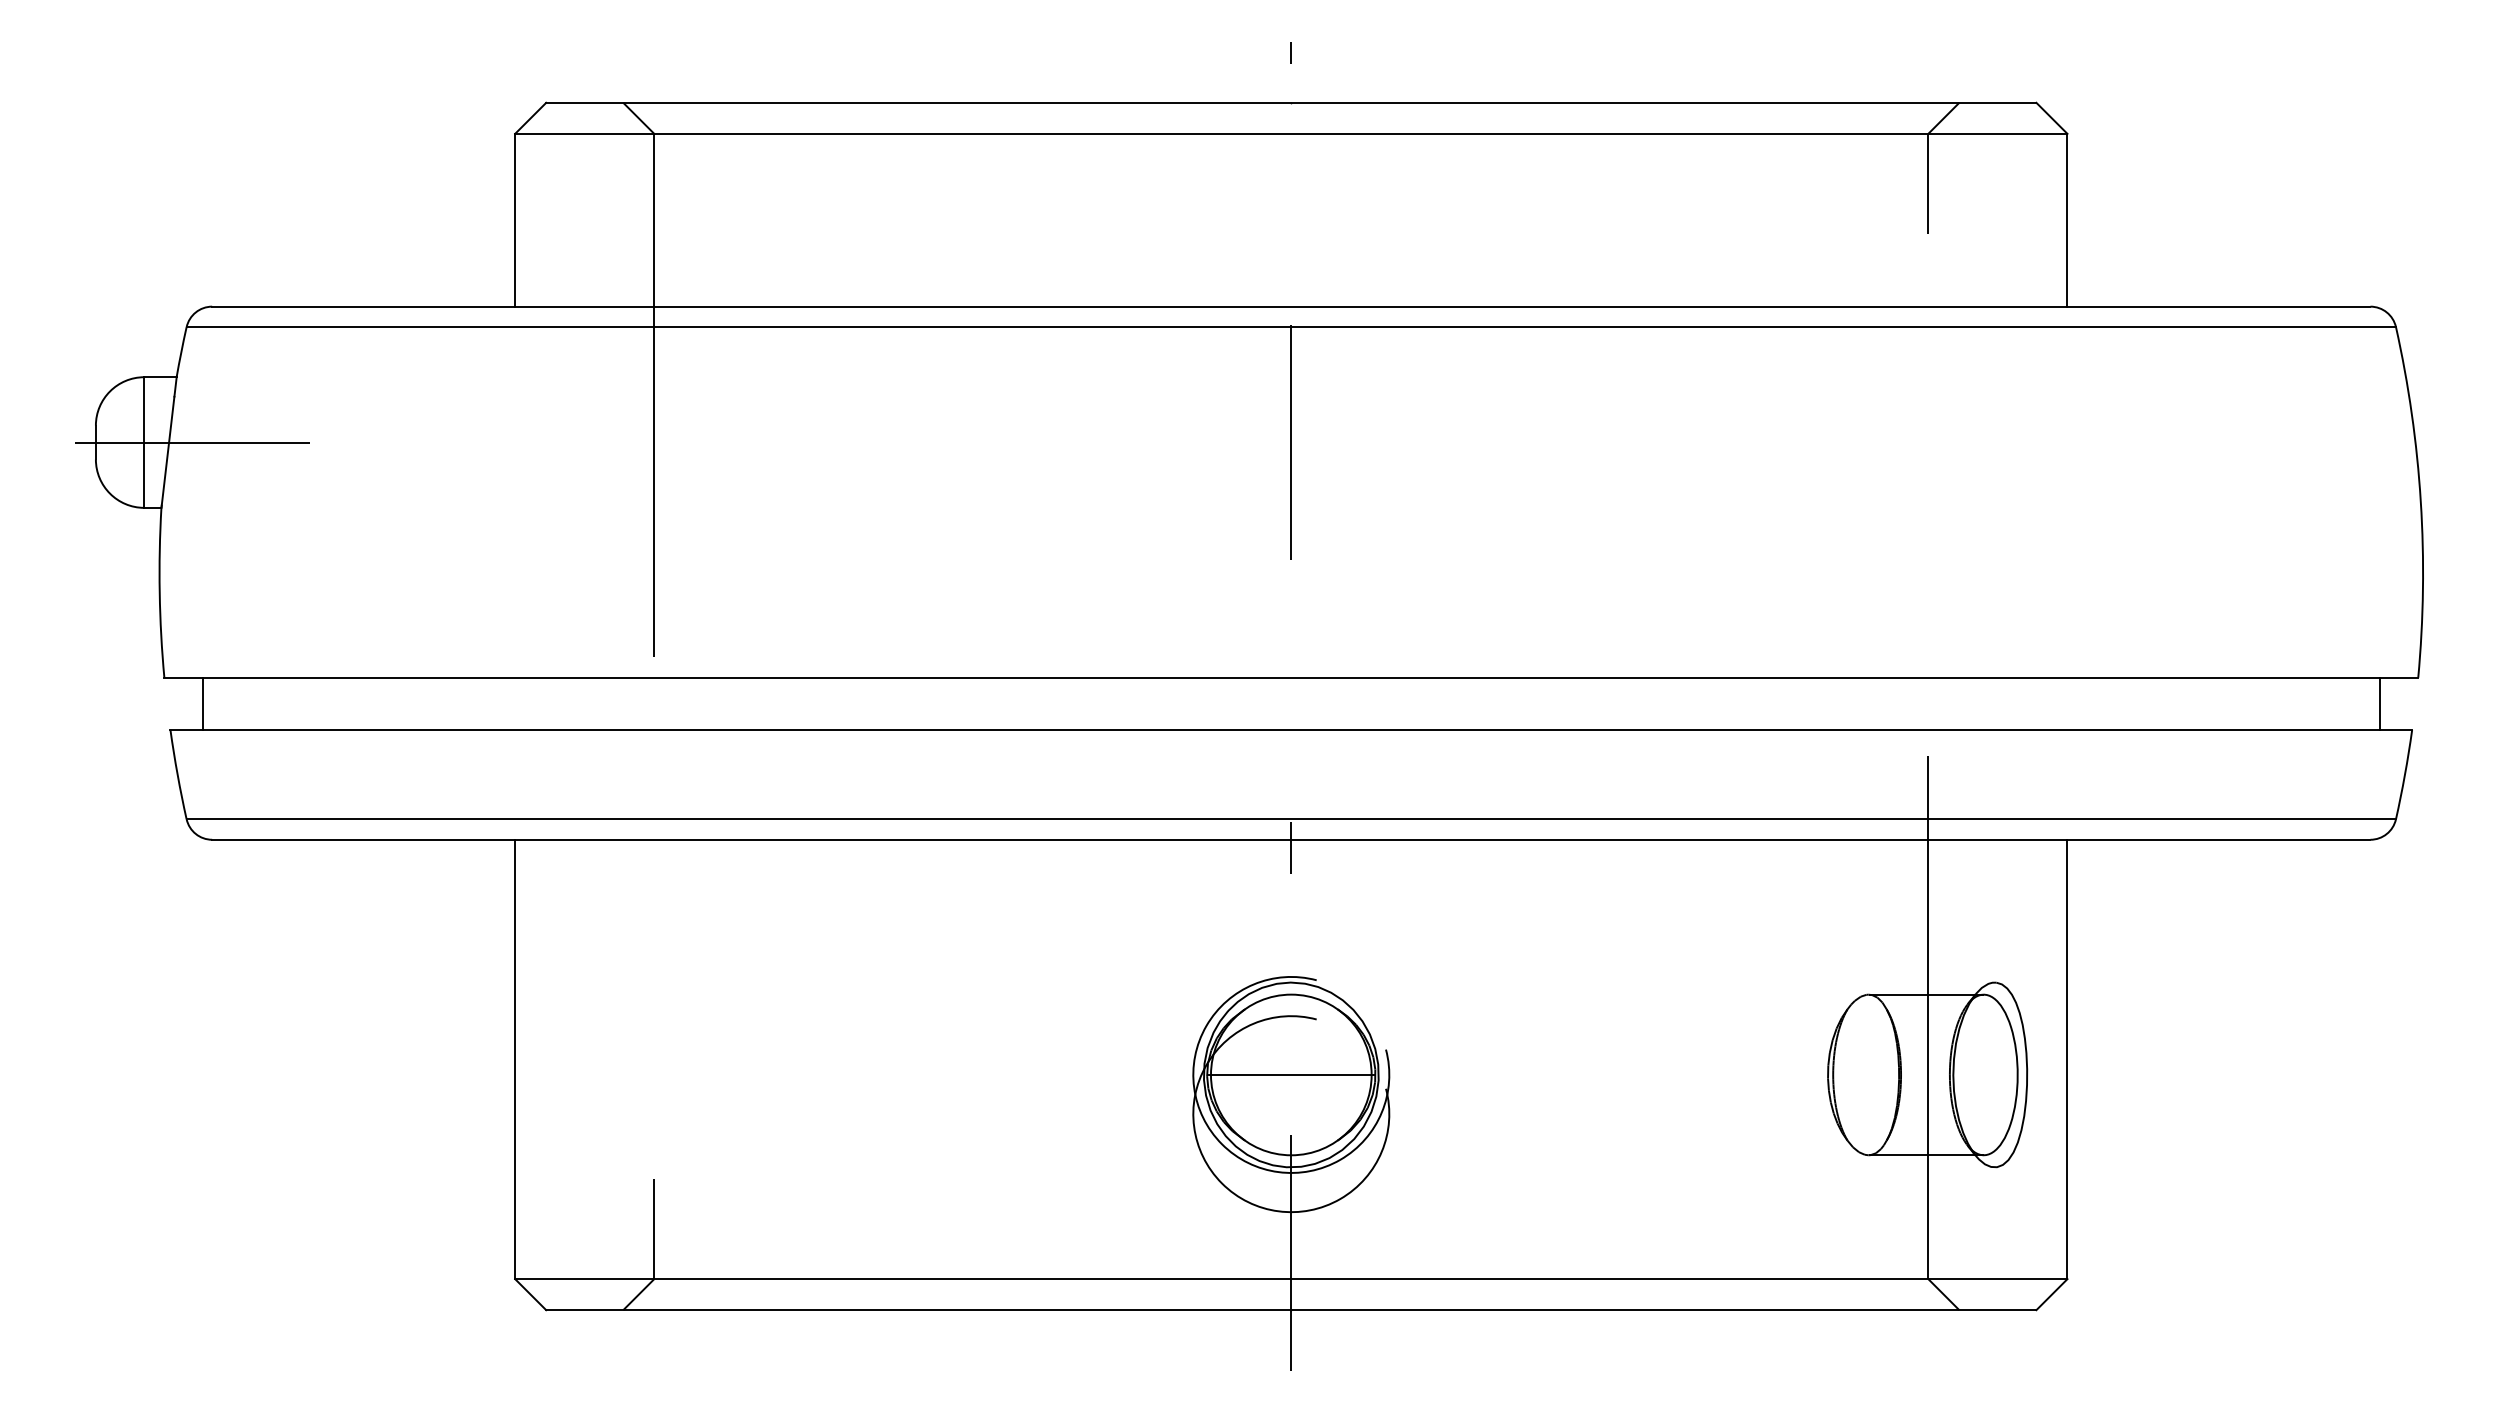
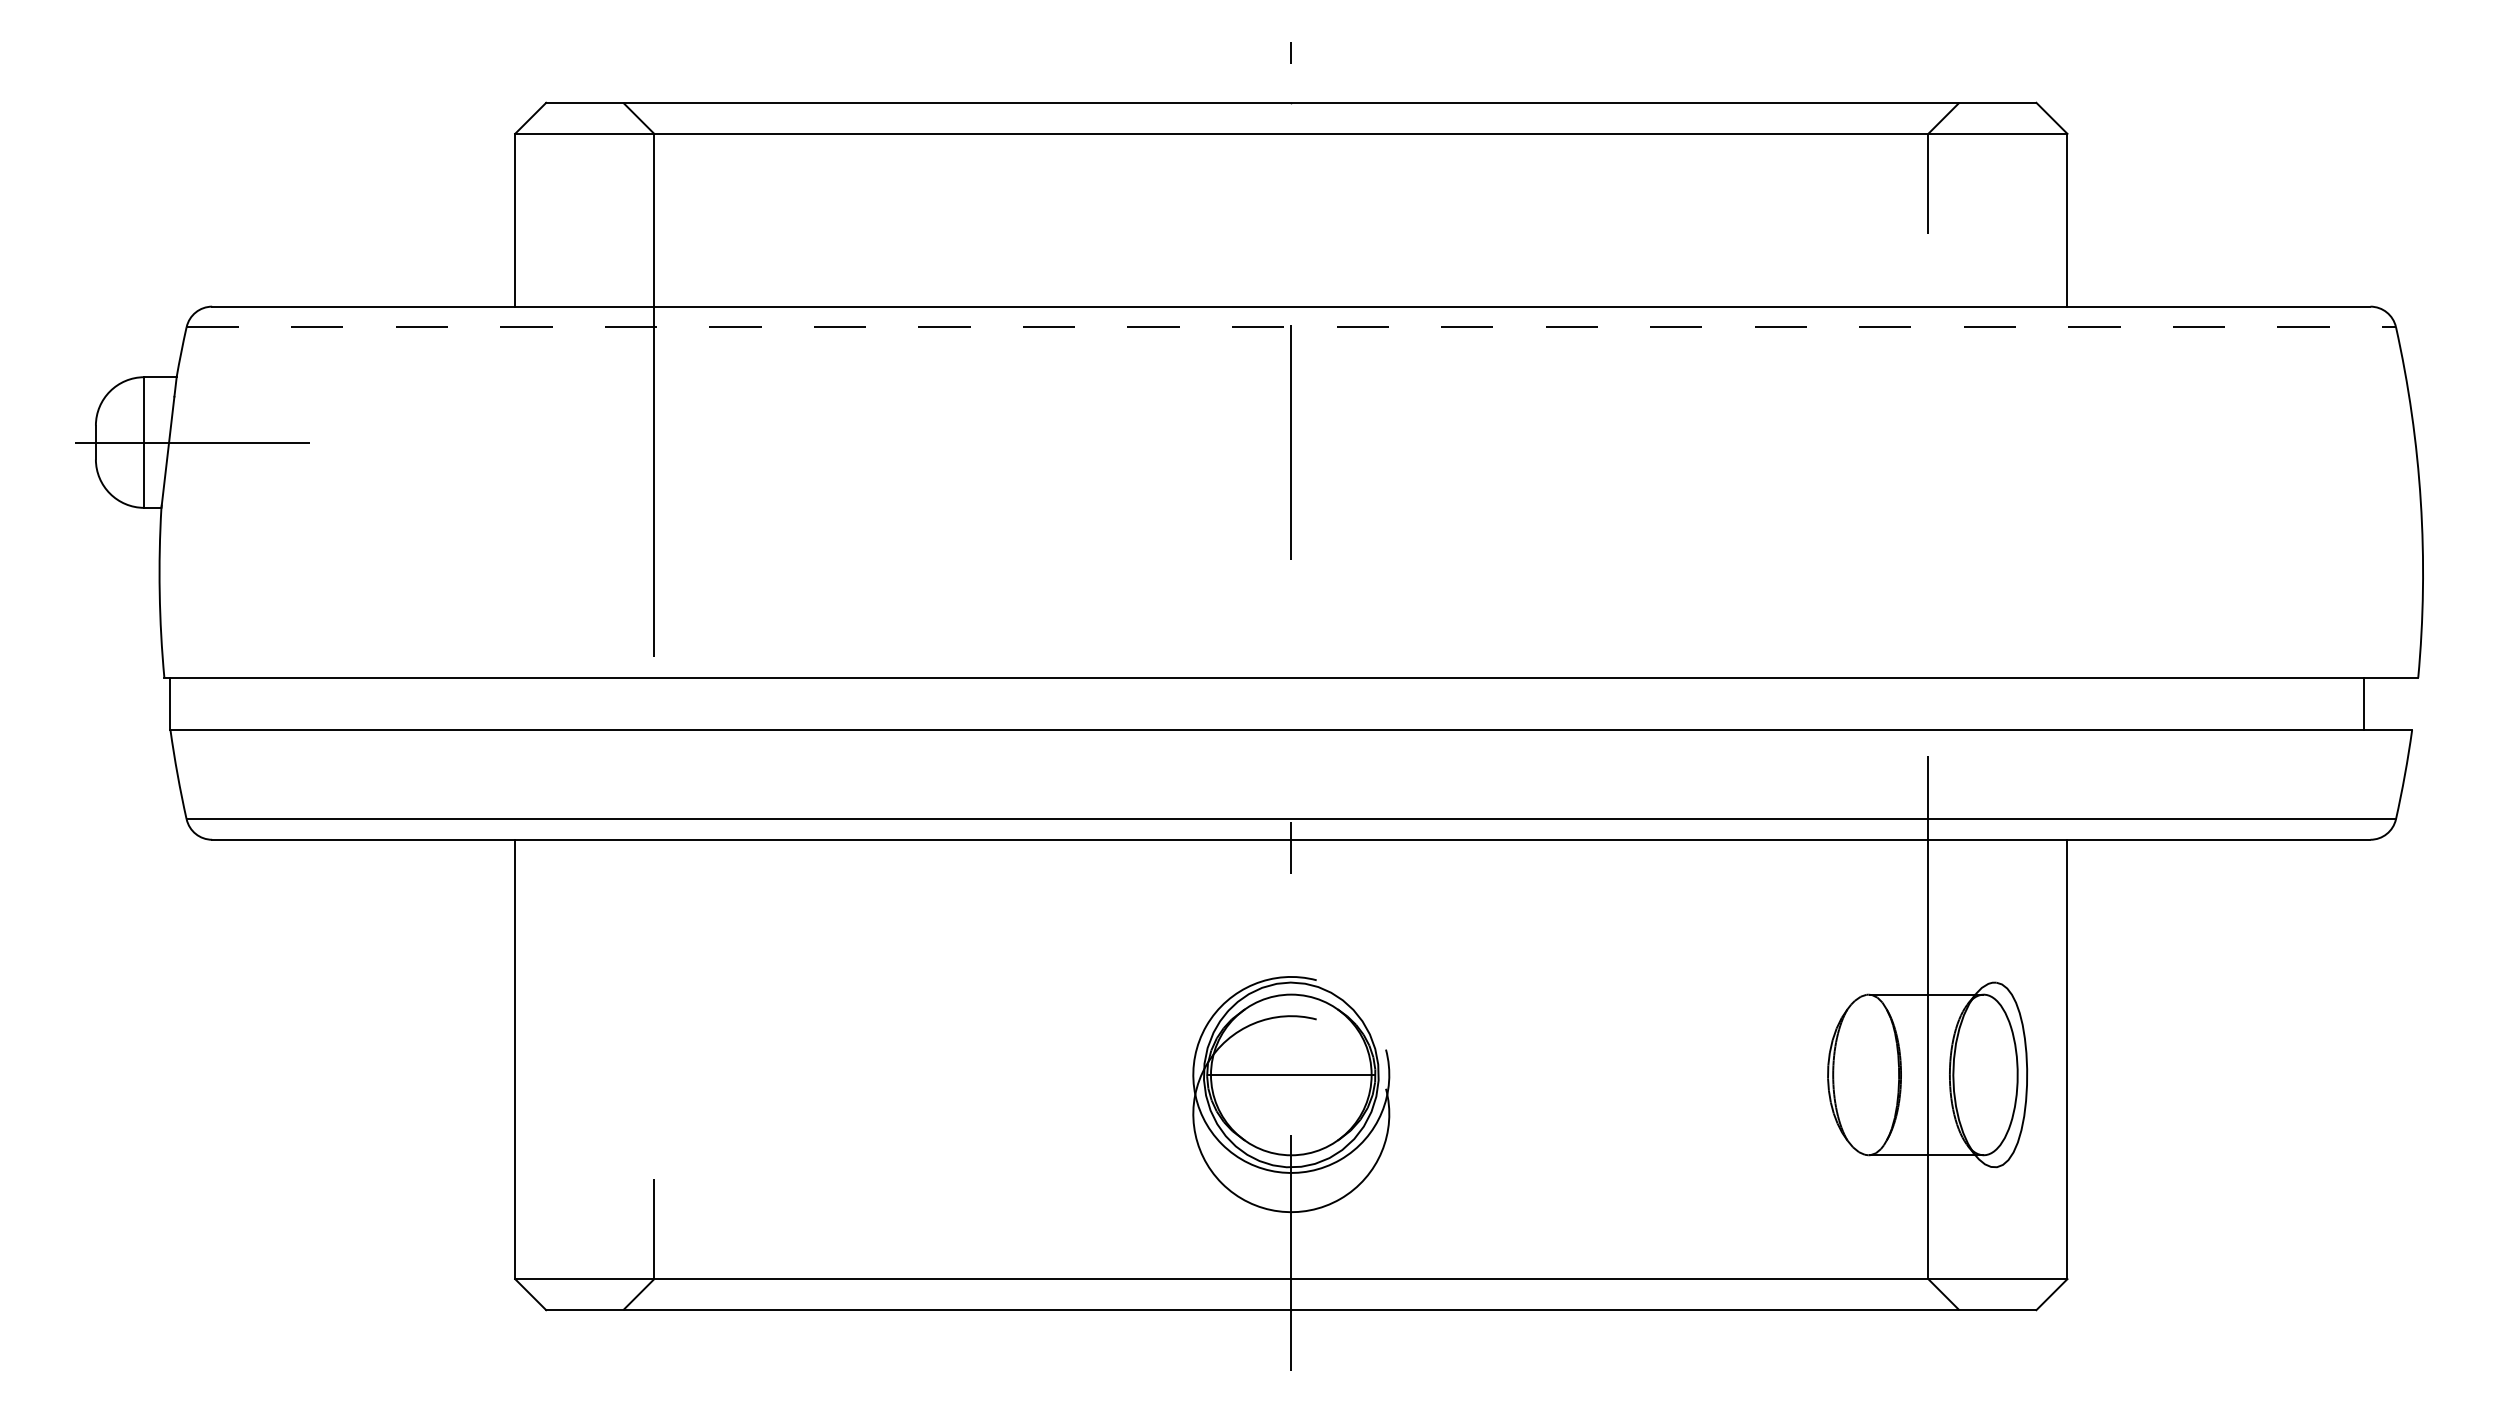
line at (1291, 327): solid -> dashed
line at (203, 703) position: (203, 703) -> (170, 703)
line at (2379, 703) position: (2379, 703) -> (2363, 703)
